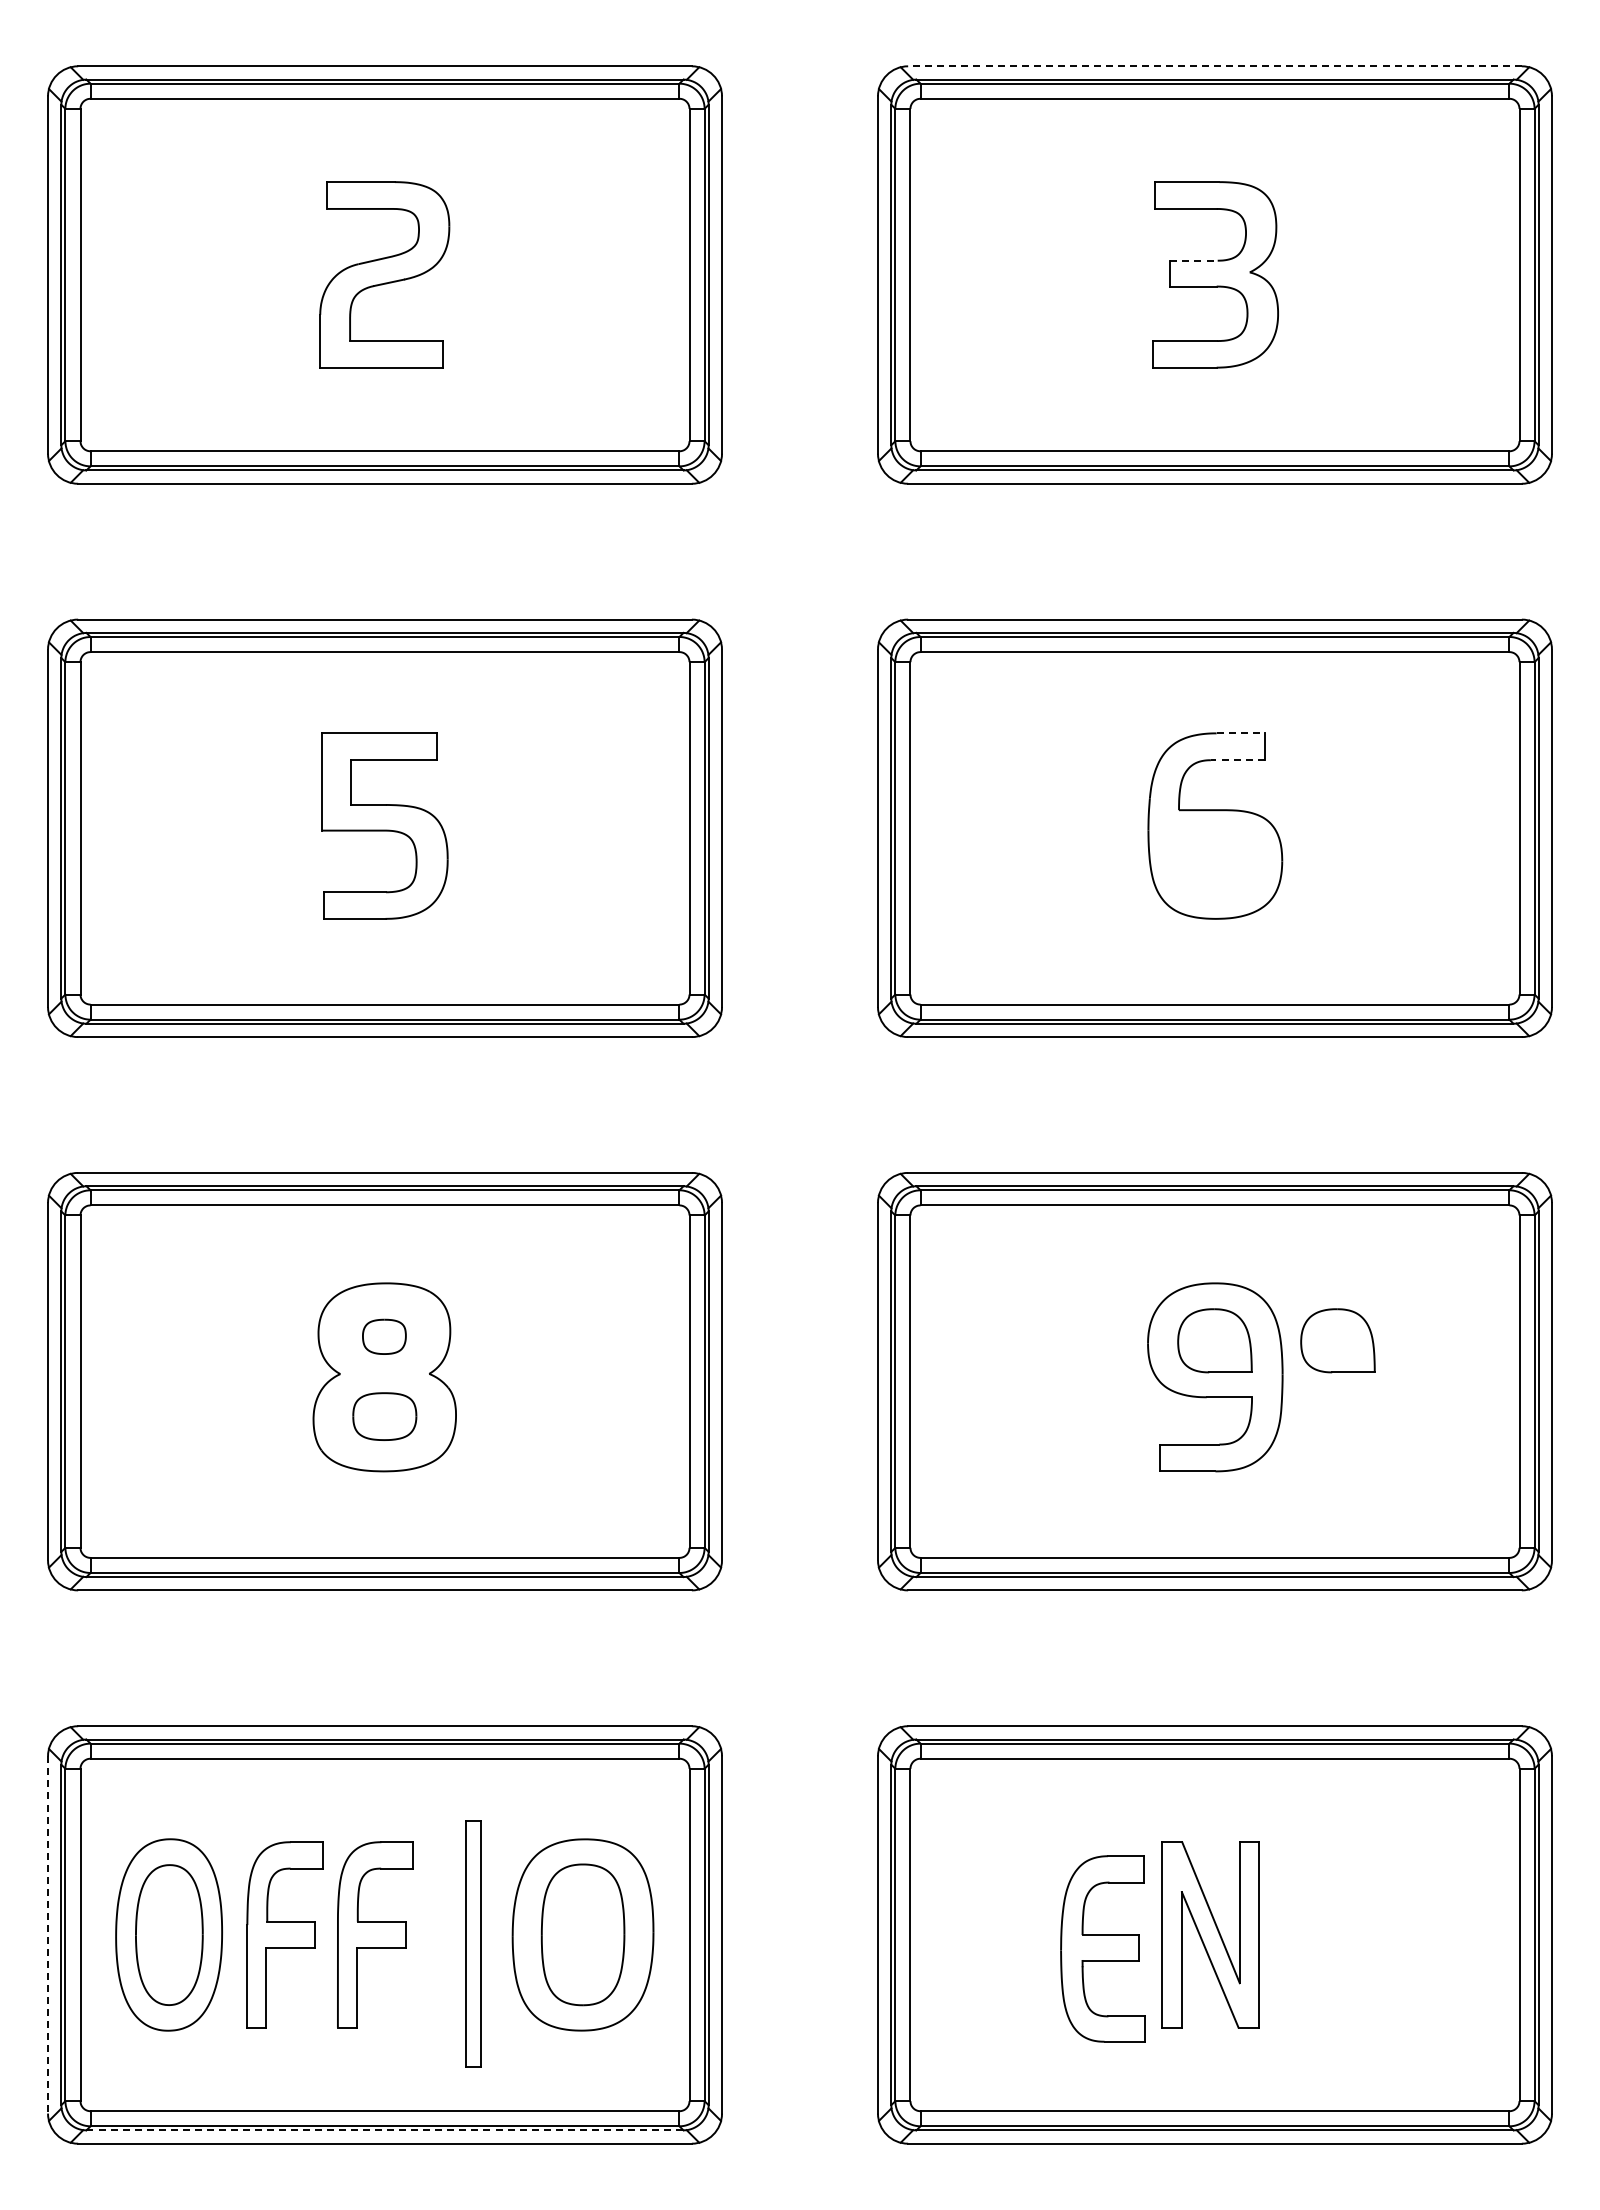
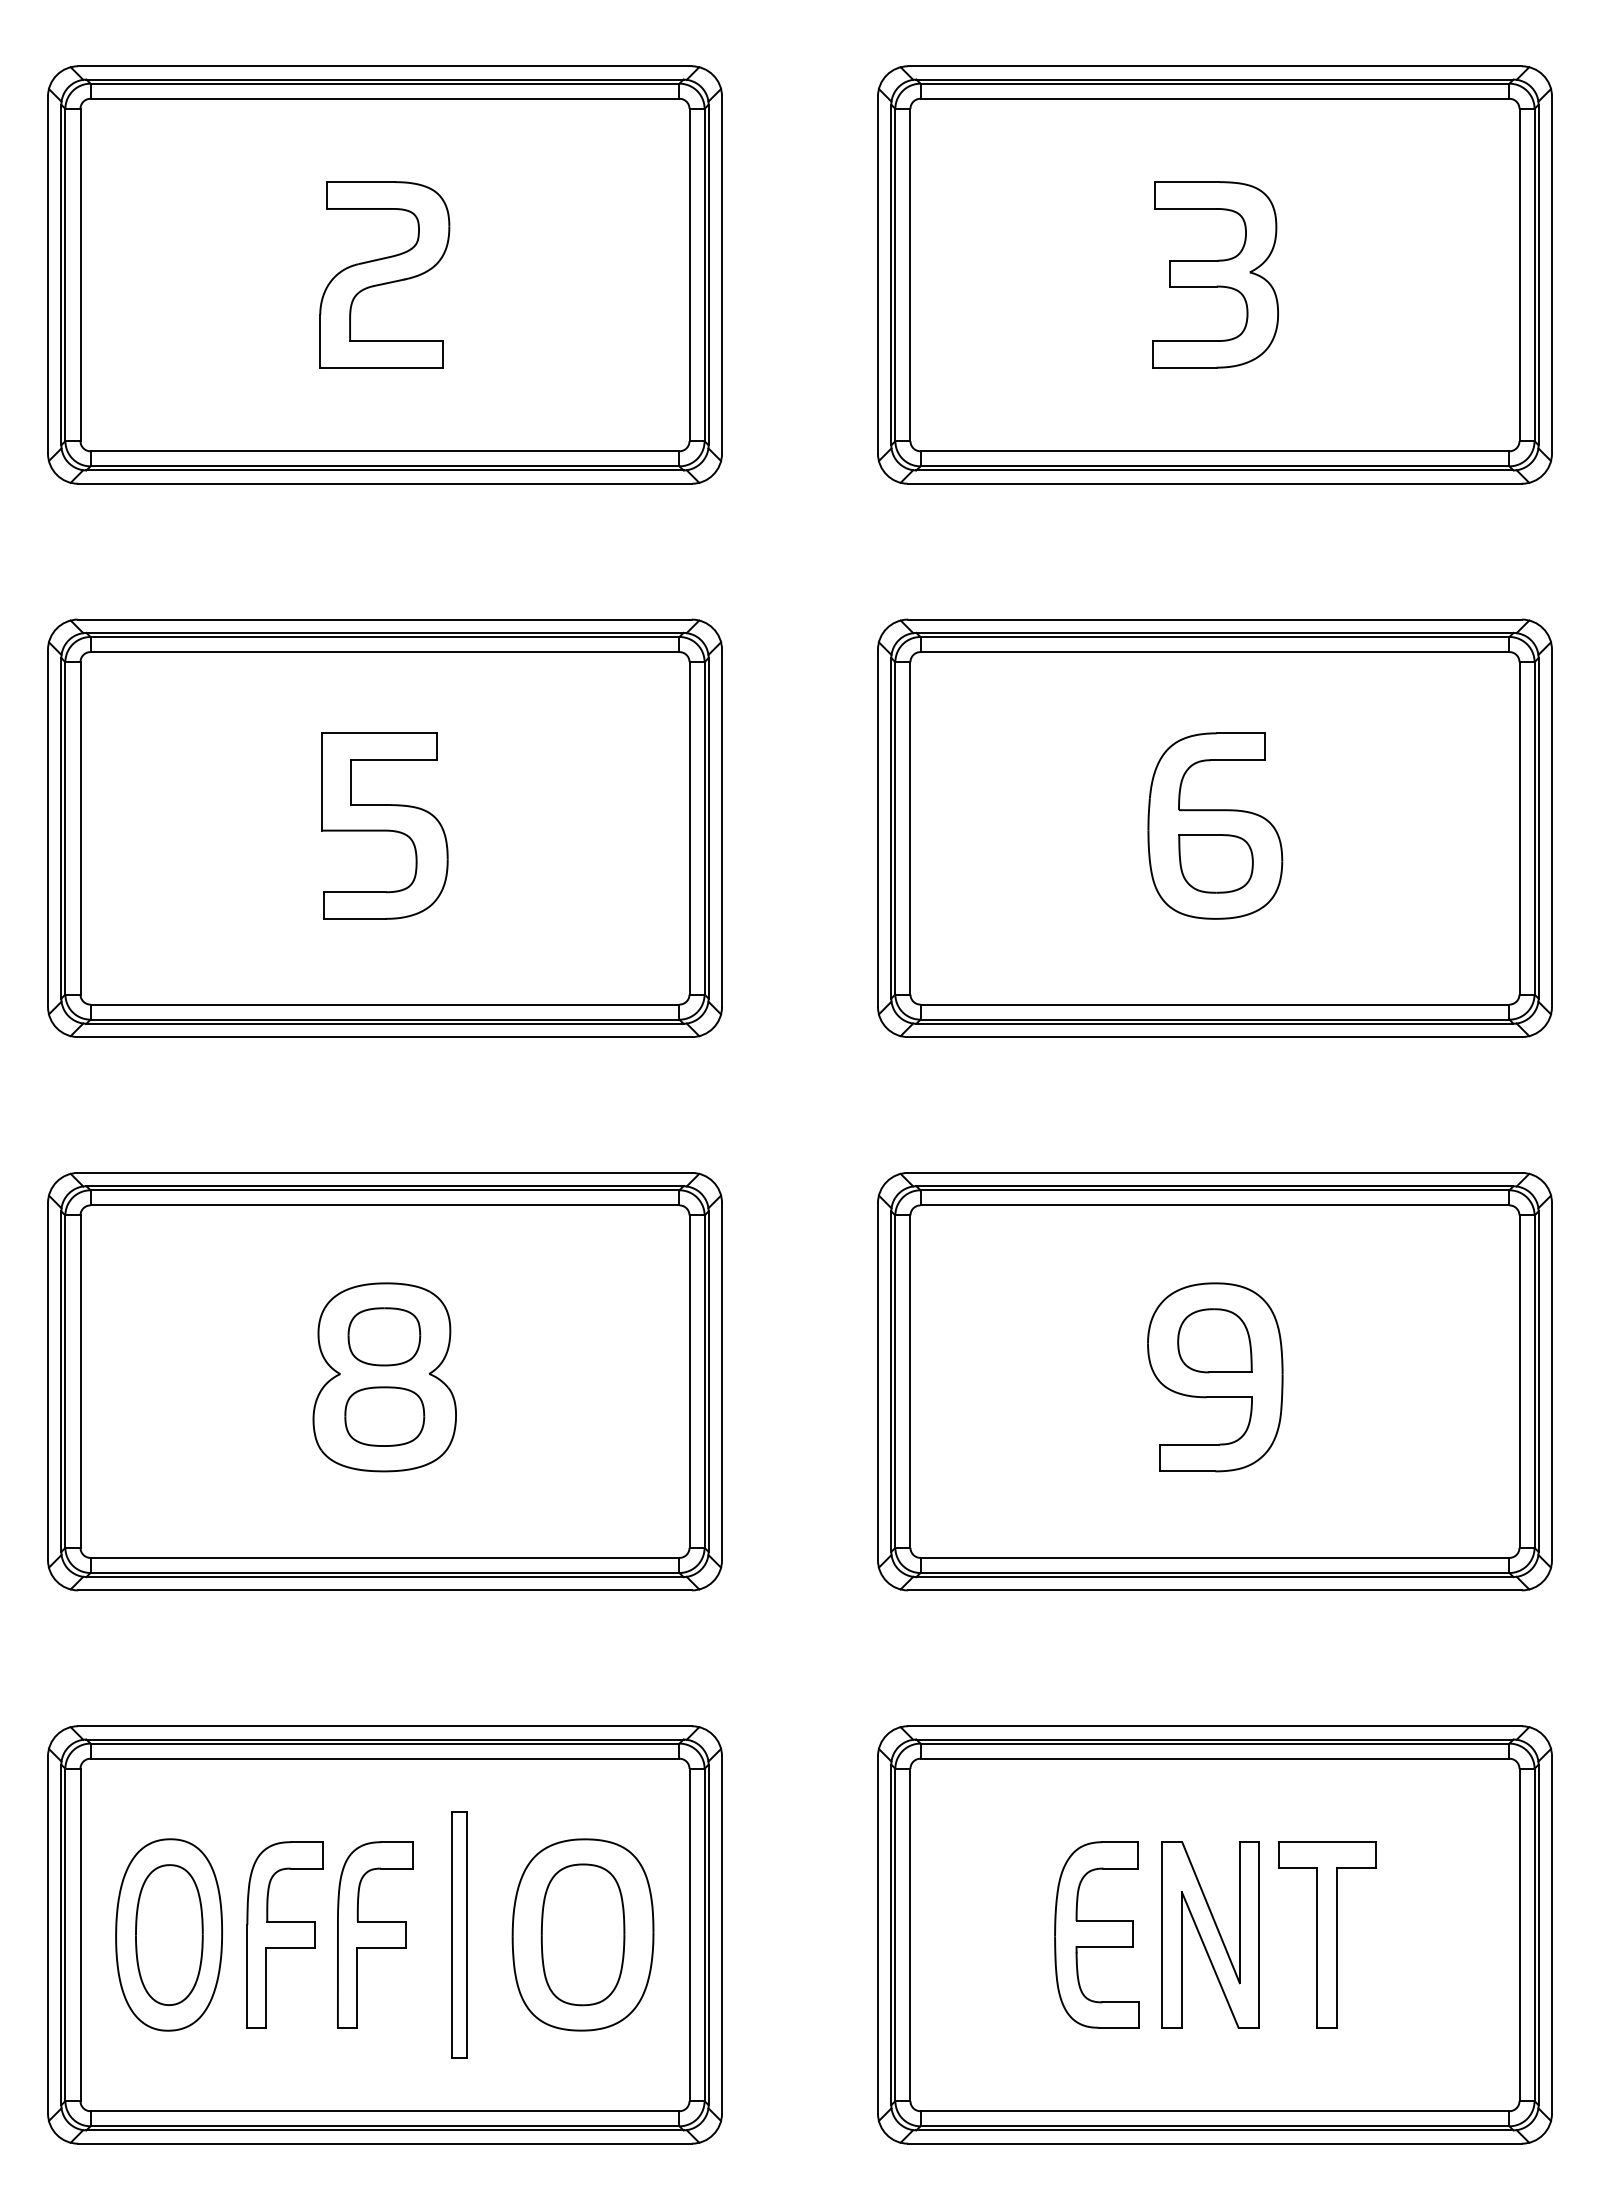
line at (1214, 66): dashed -> solid
line at (1194, 260): dashed -> solid
line at (1240, 733): dashed -> solid
line at (1237, 760): dashed -> solid
part at (1215, 863): none -> present
part at (384, 1336) size: 45x37 px -> 75x60 px
part at (1337, 1340): present -> none
part at (384, 1416) size: 66x49 px -> 82x61 px
line at (48, 1934): dashed -> solid
part at (1327, 1934): none -> present
part at (473, 1943) position: (473, 1943) -> (459, 1934)
part at (1102, 1948) position: (1102, 1948) -> (1096, 1934)
line at (385, 2130): dashed -> solid
